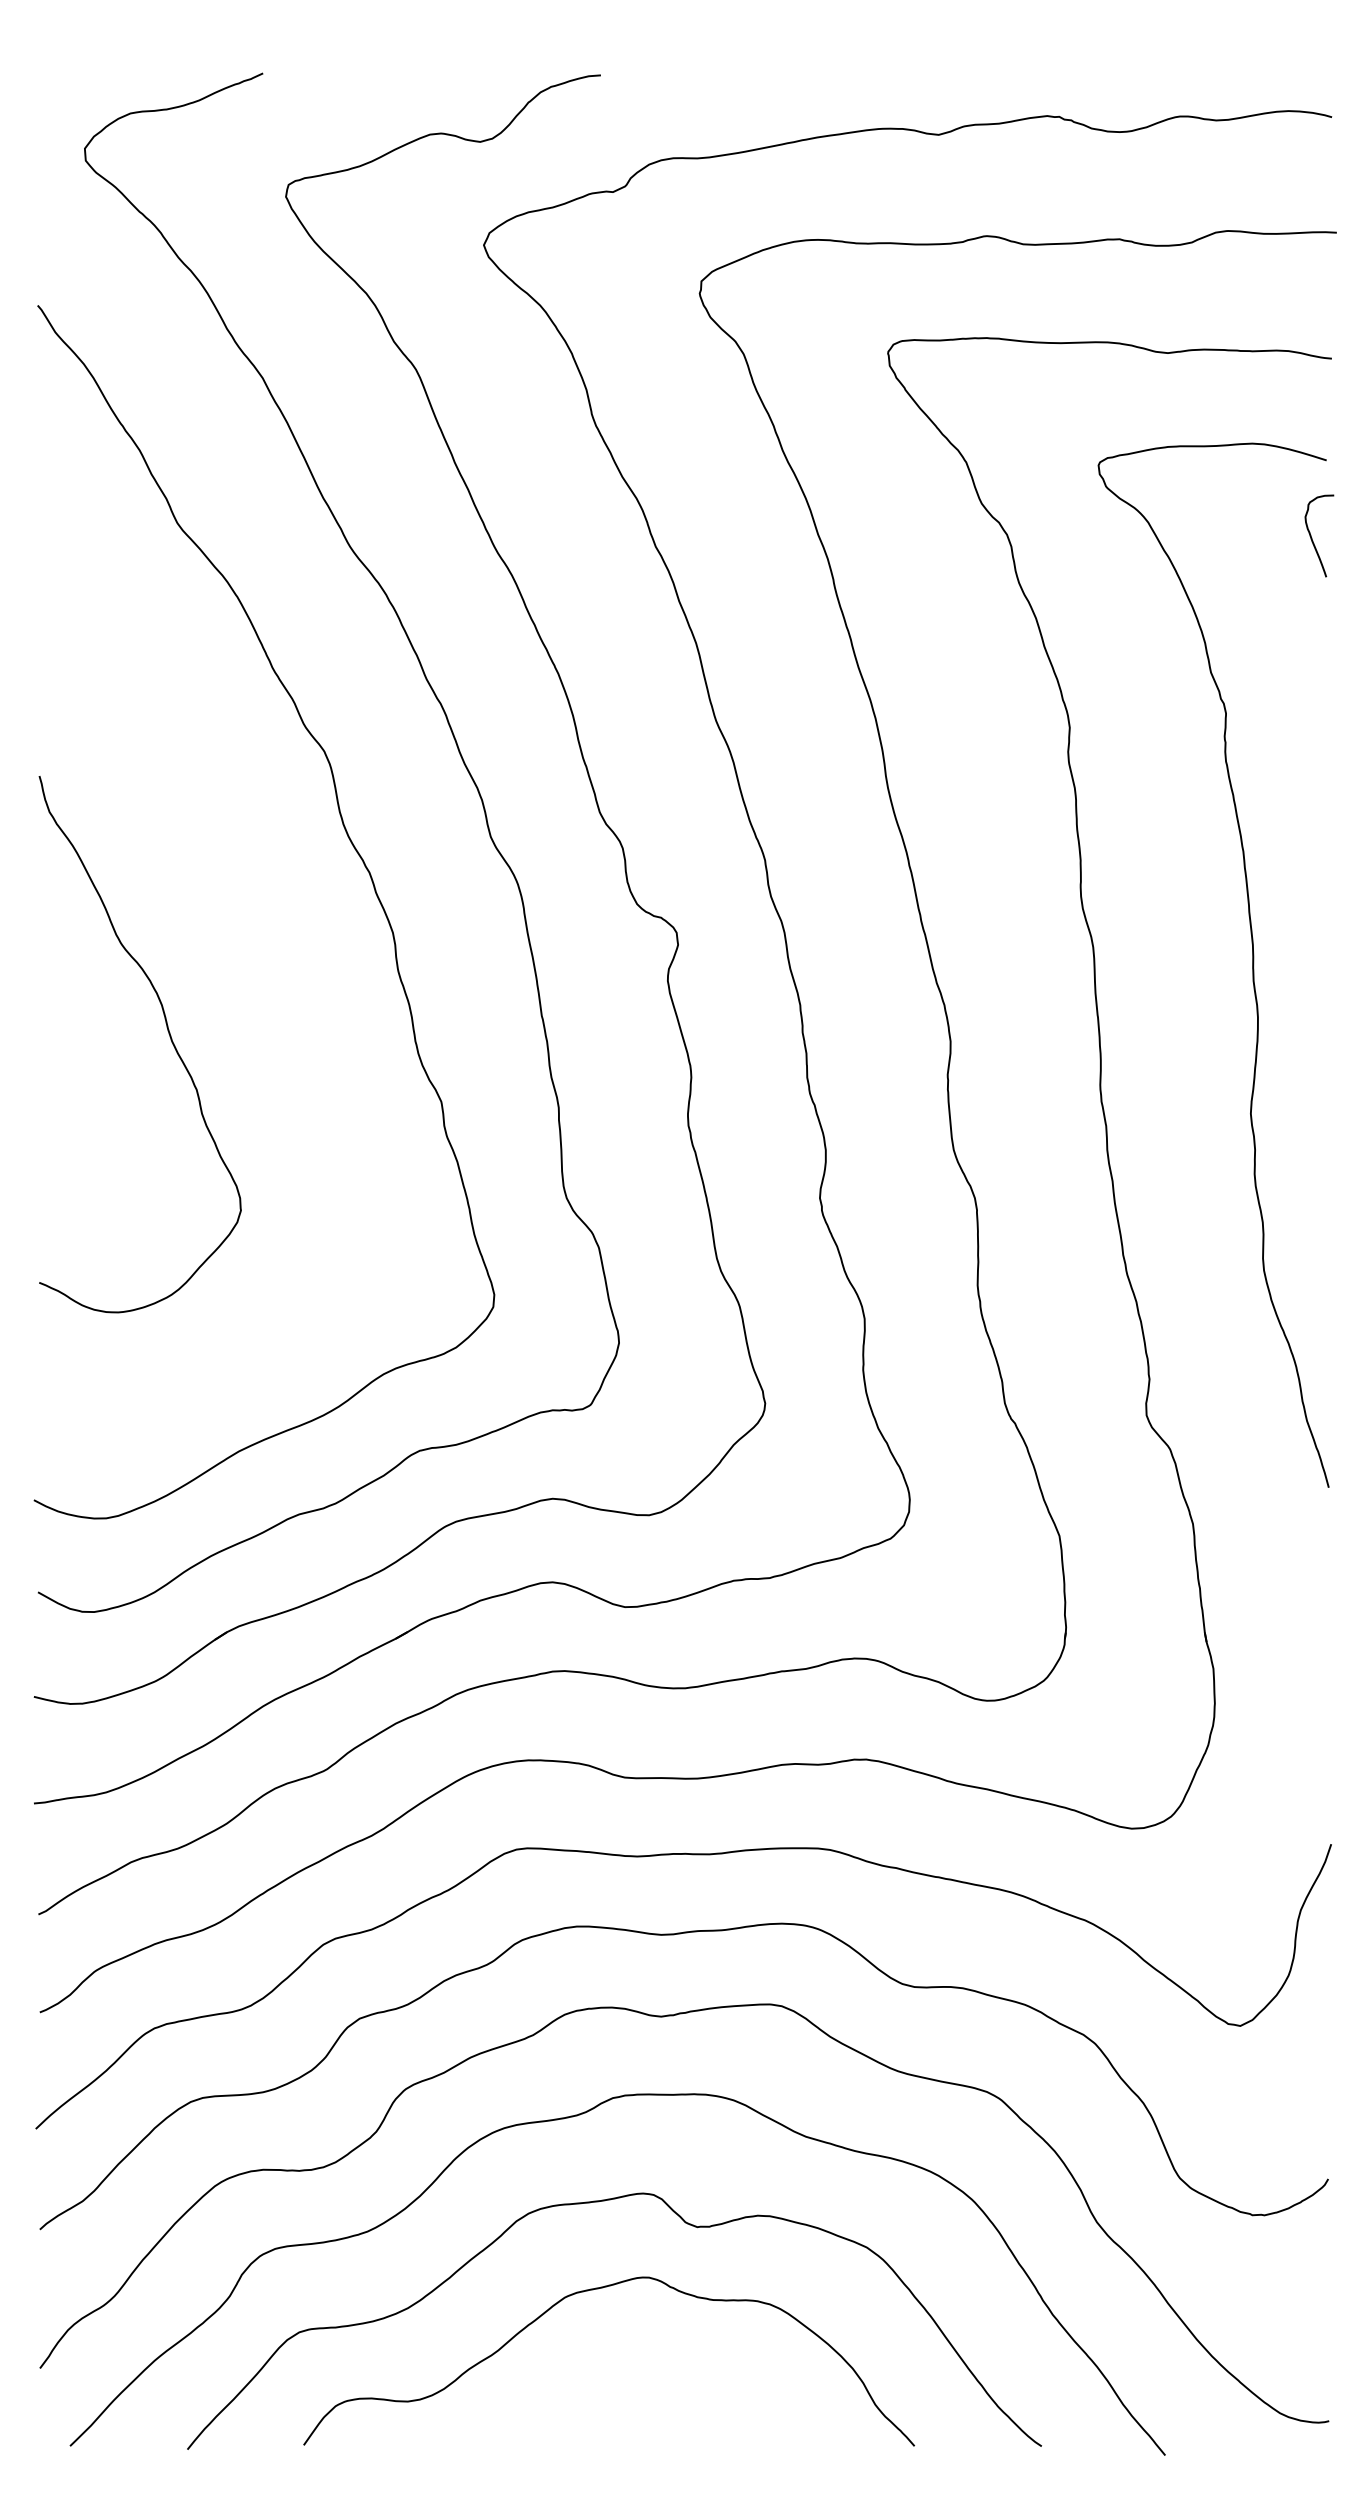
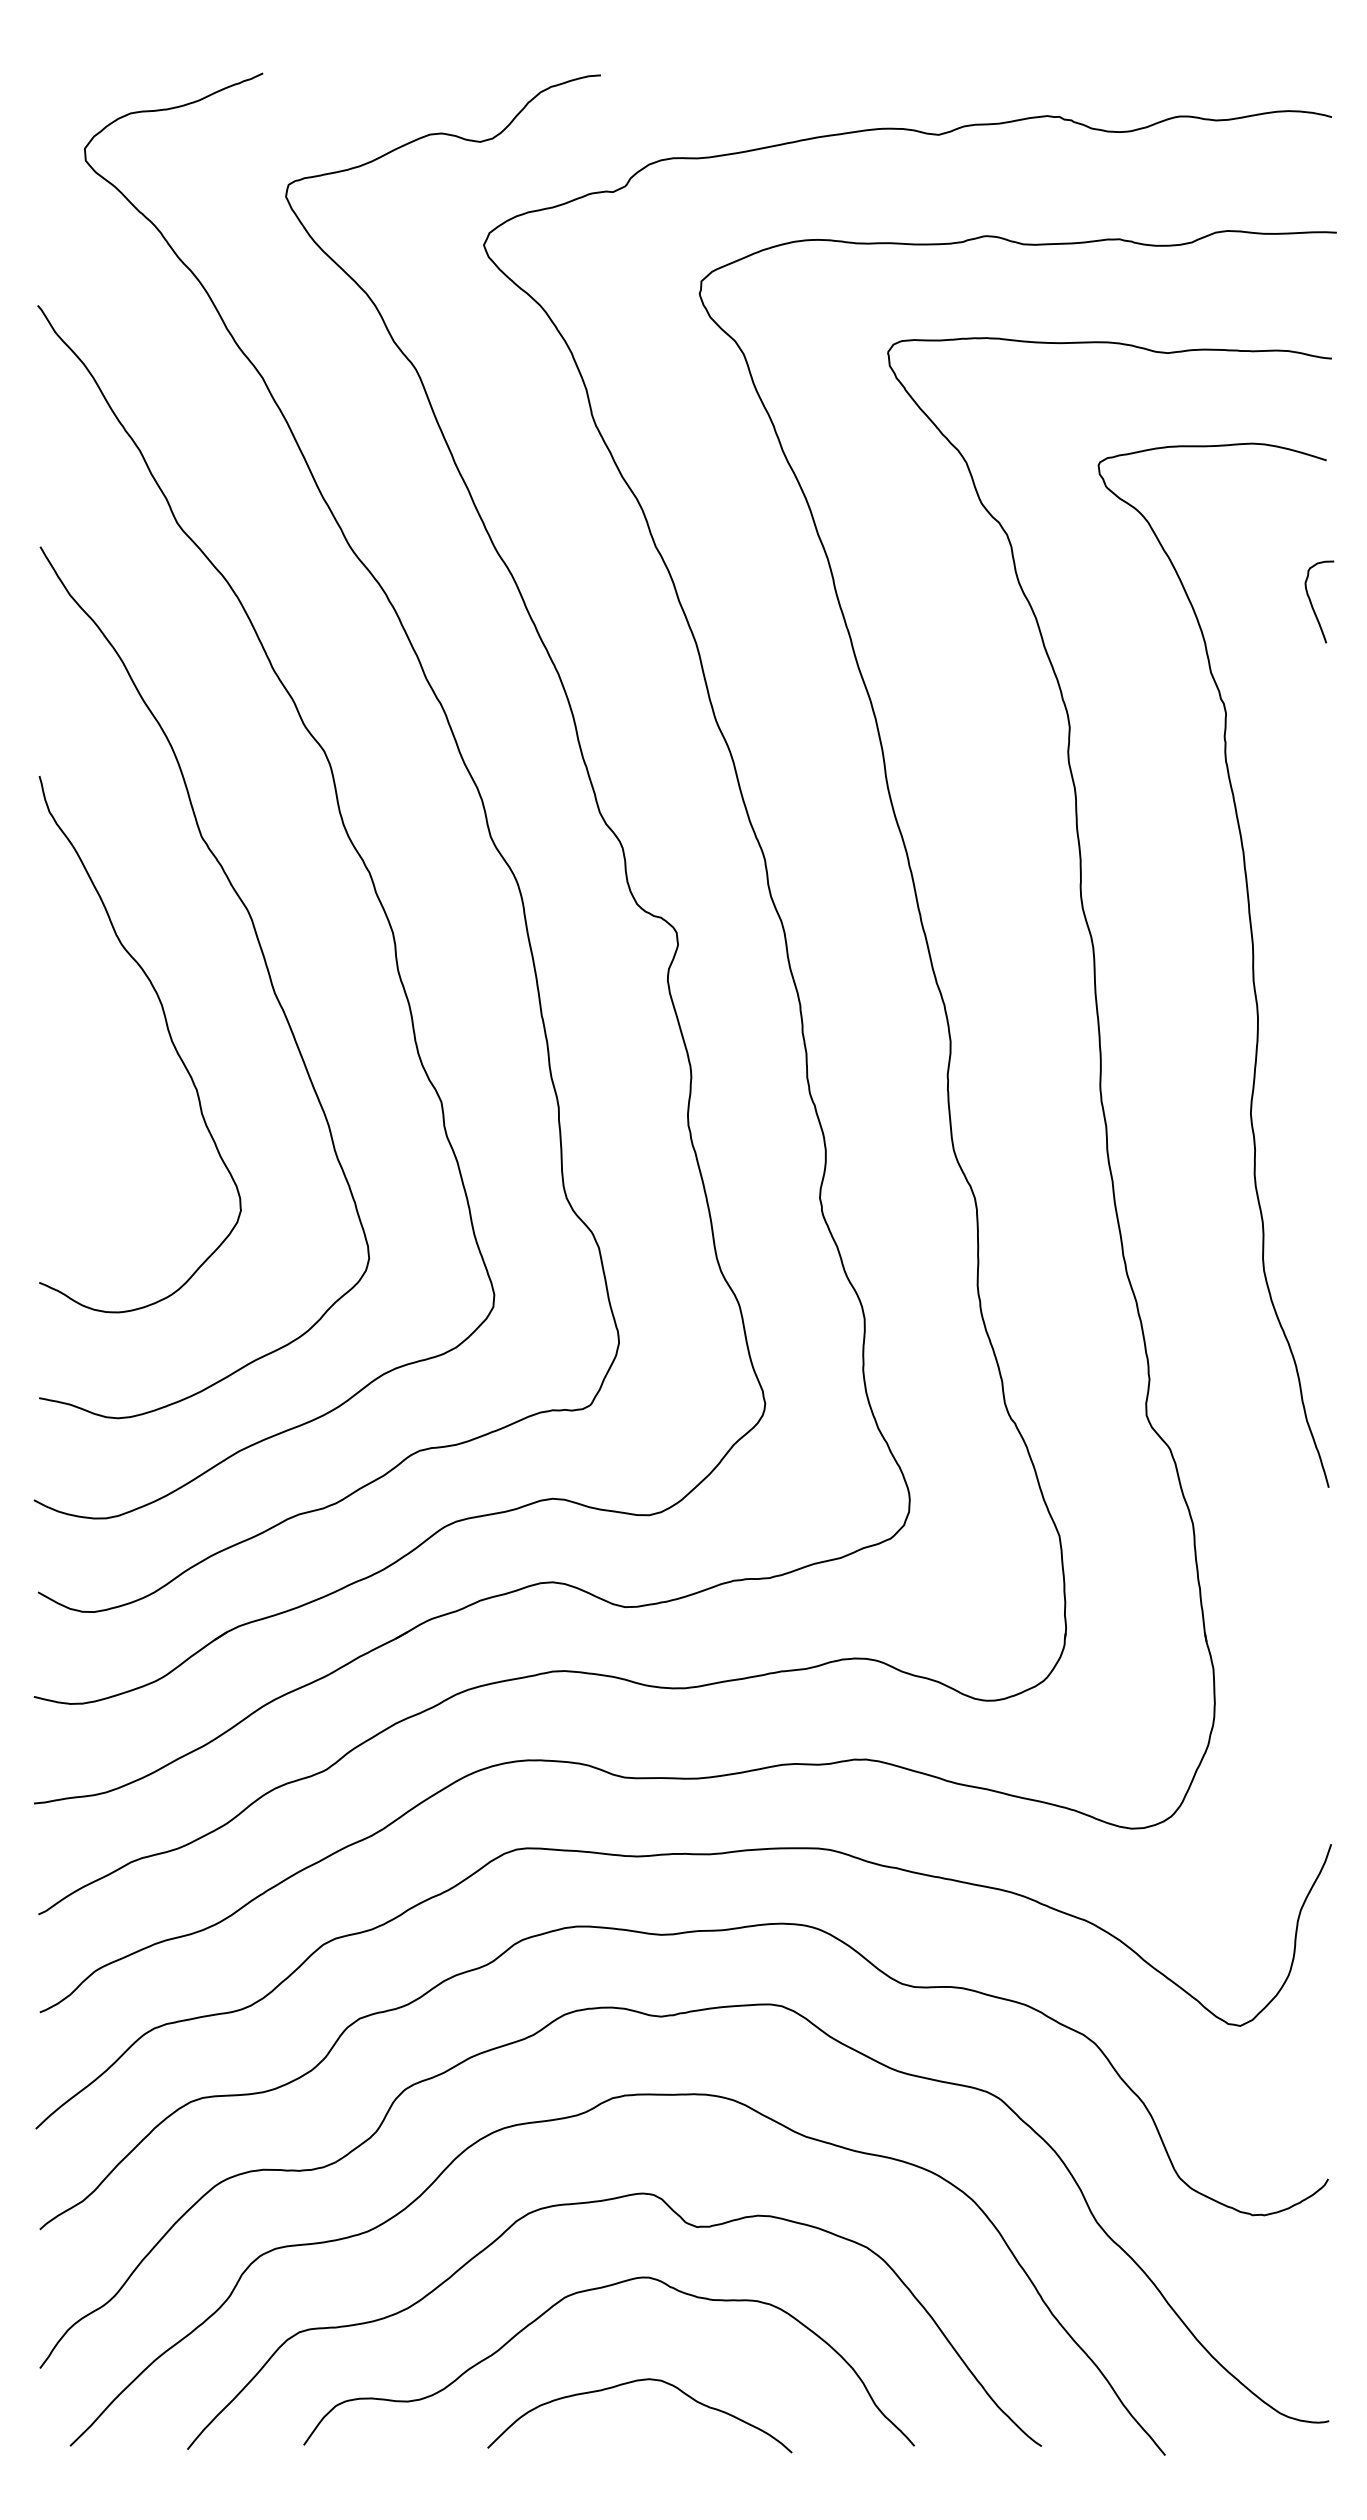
curve at (1312, 538) position: (1312, 538) -> (1312, 604)
curve at (265, 966): none -> present
curve at (630, 2383): none -> present
